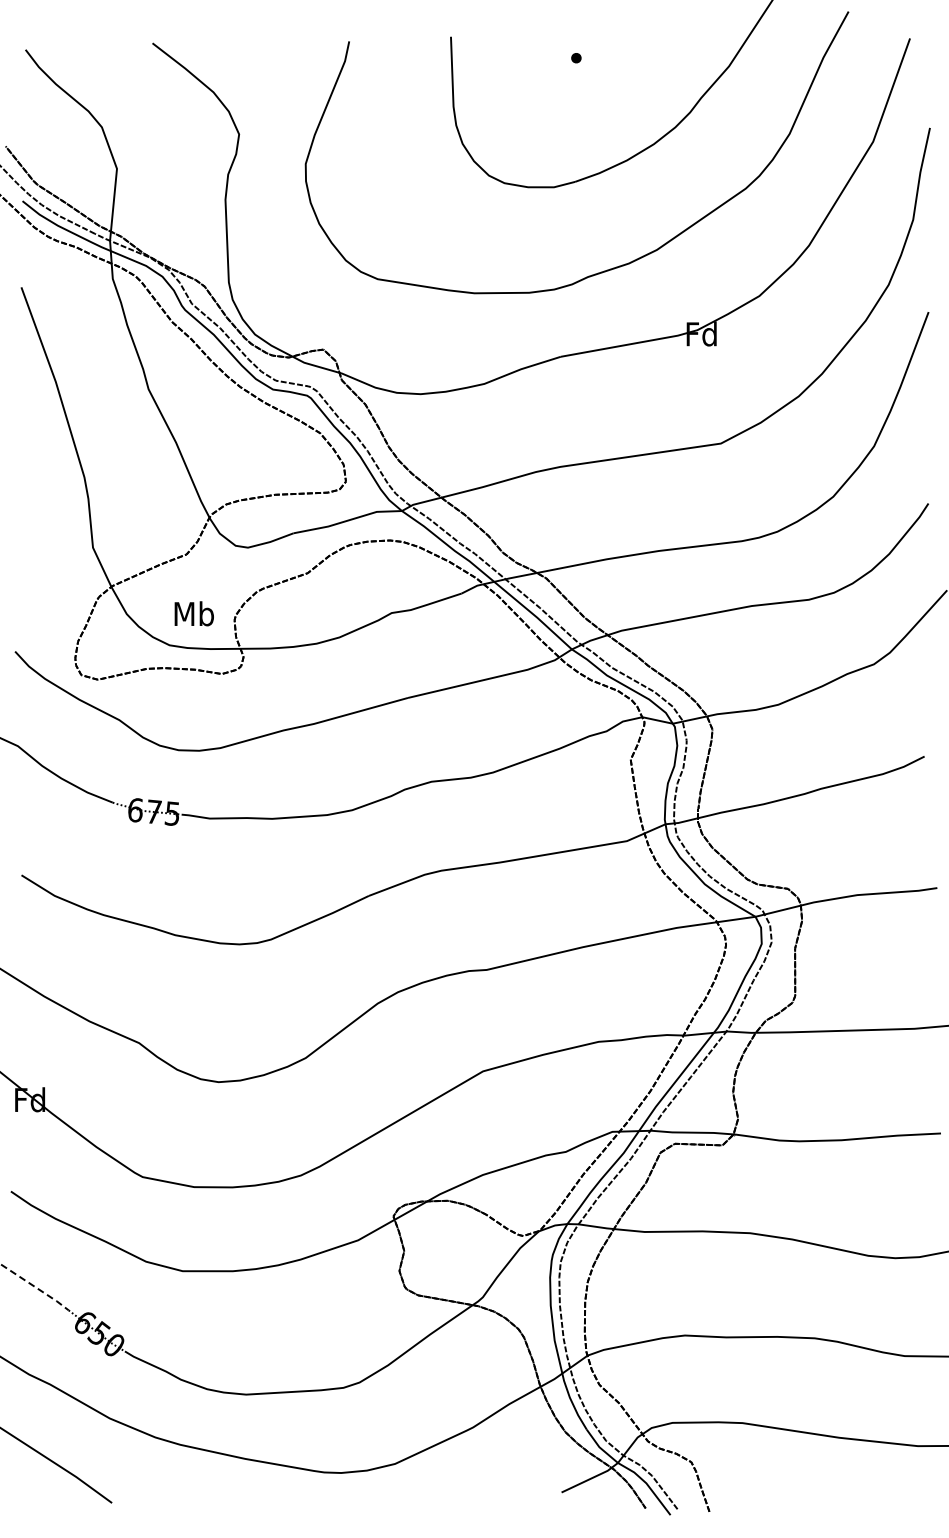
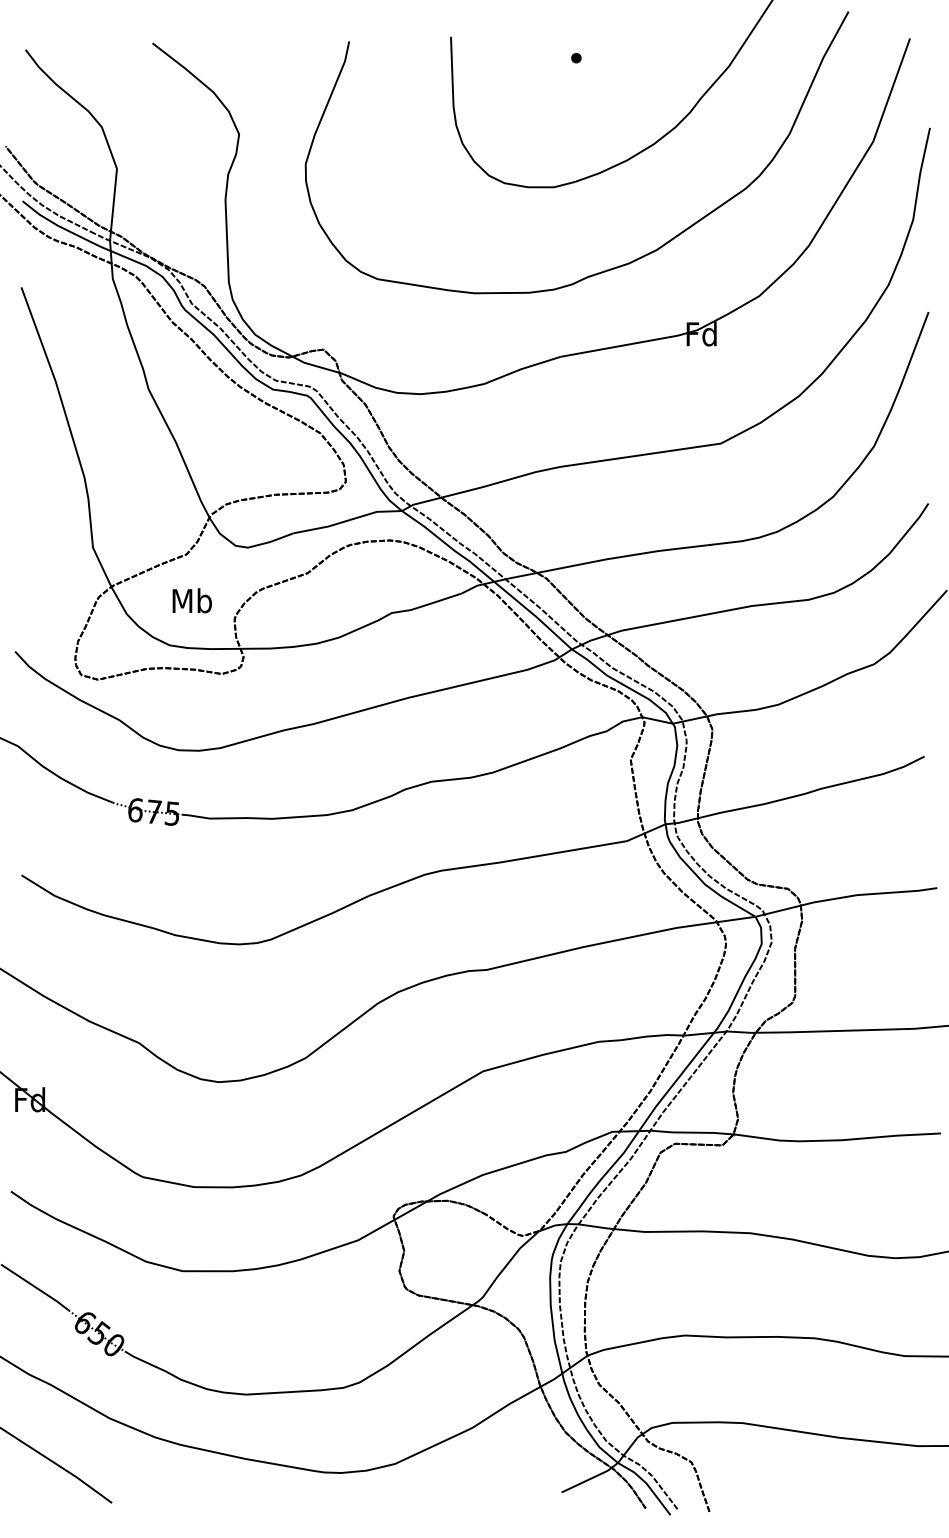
text at (193, 613) position: (193, 613) -> (191, 600)
line at (36, 1287): dashed -> solid
